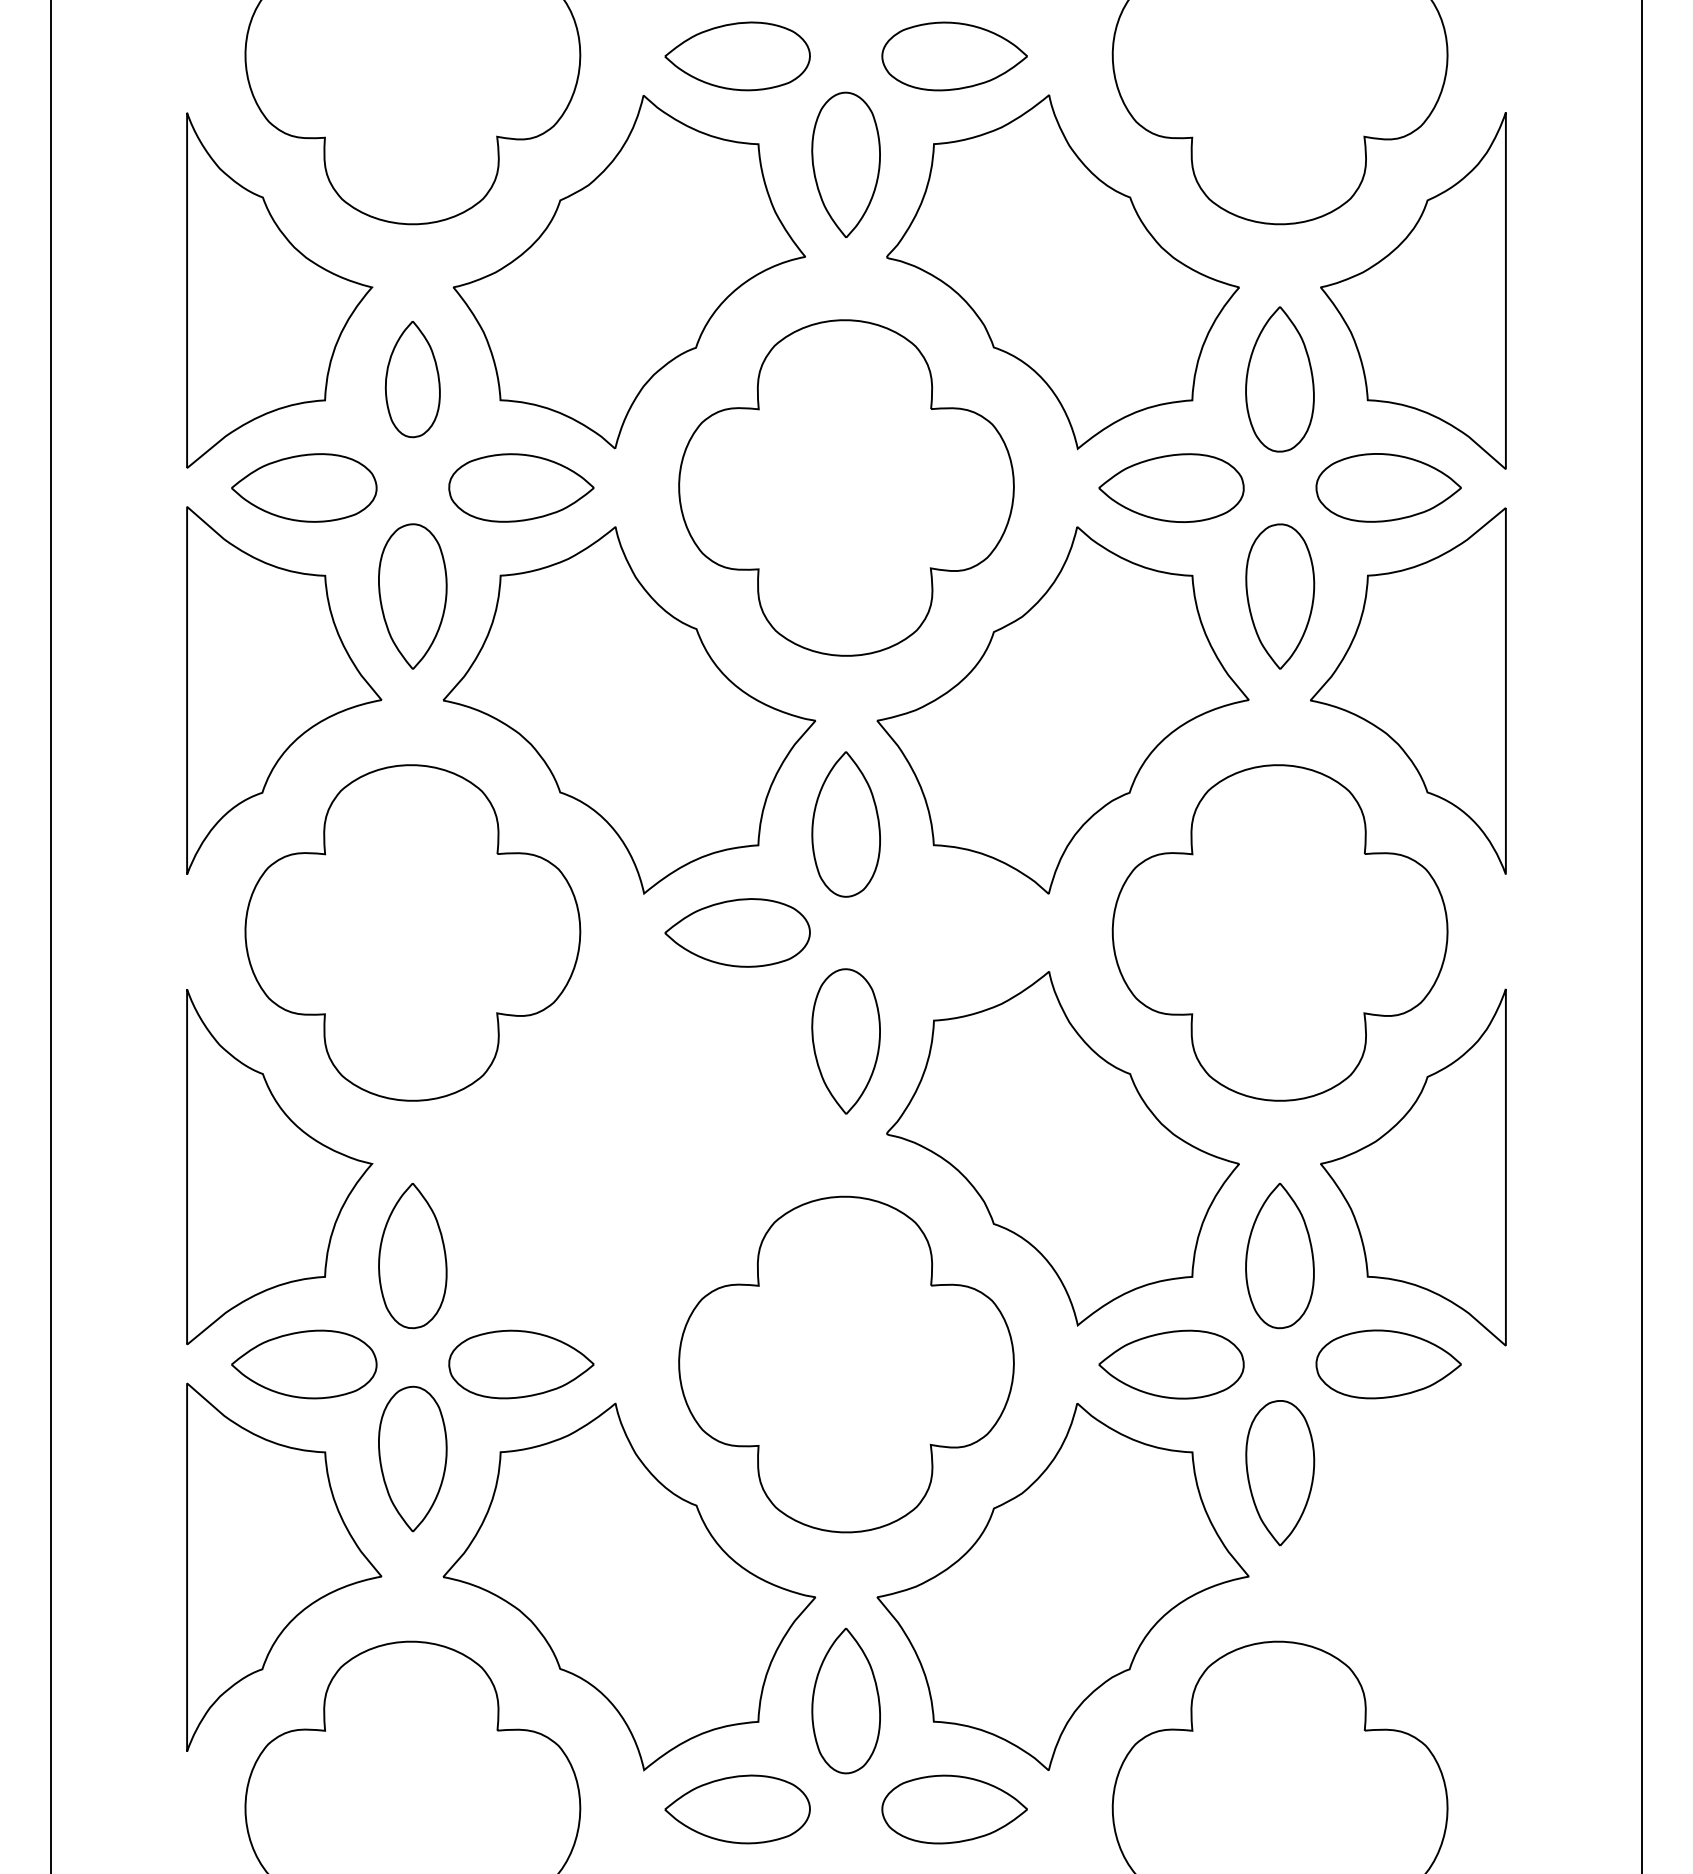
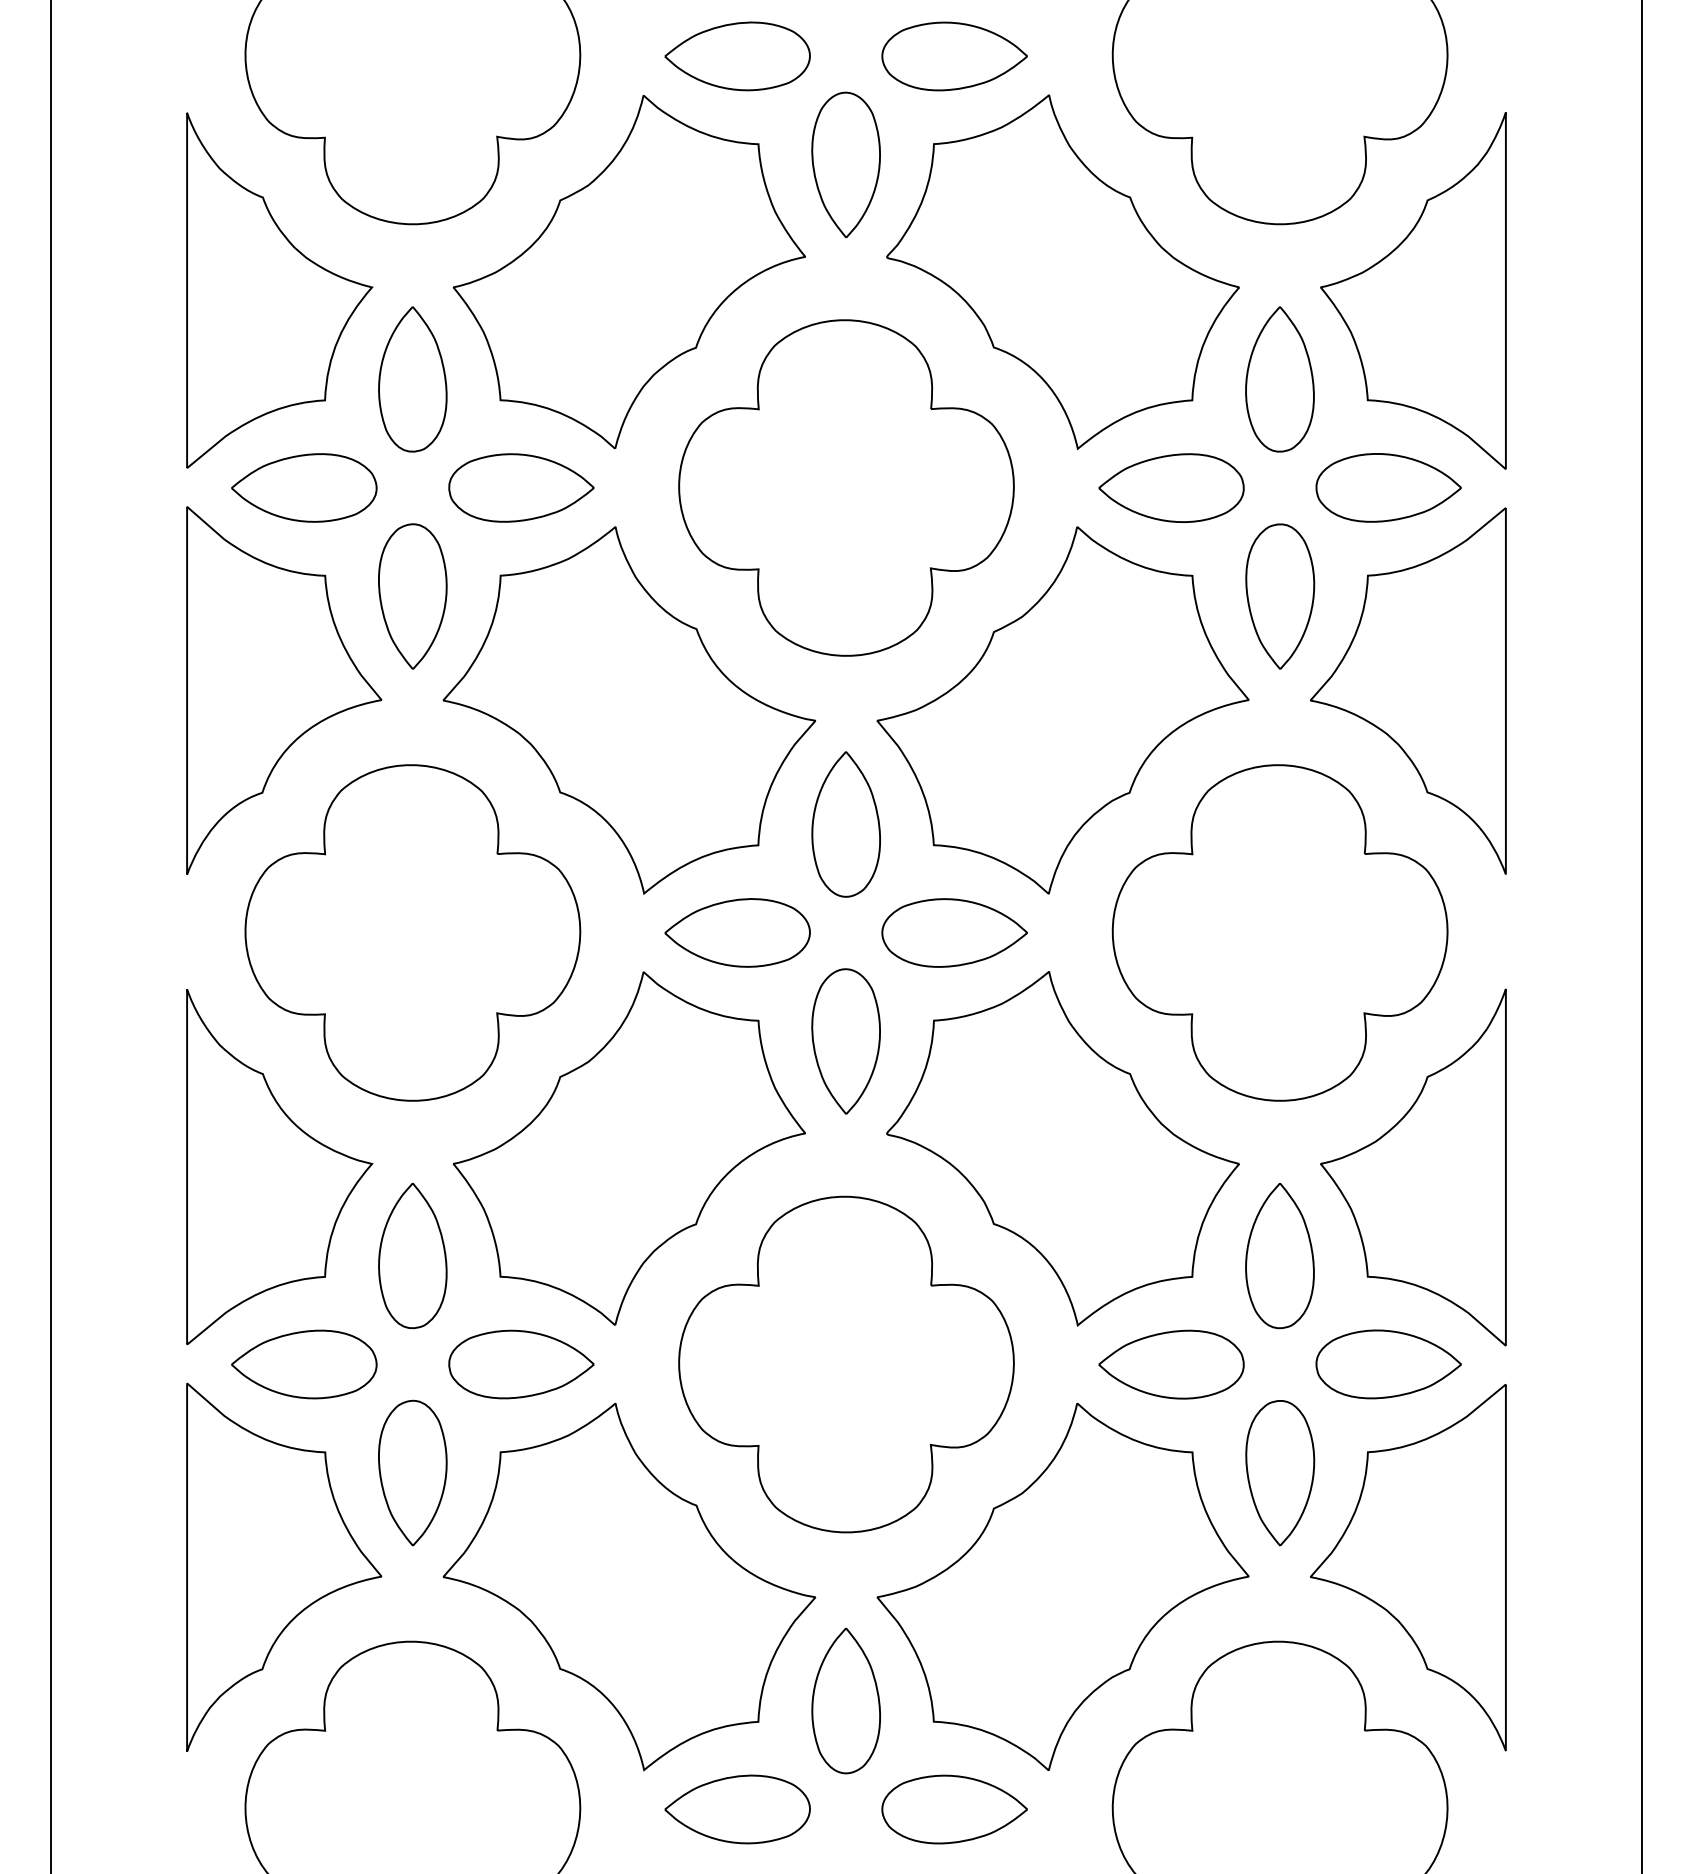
part at (412, 379) size: 57x118 px -> 70x147 px
part at (954, 932): none -> present
part at (628, 1148): none -> present
part at (412, 1458) position: (412, 1458) -> (412, 1472)
part at (1408, 1567): none -> present
